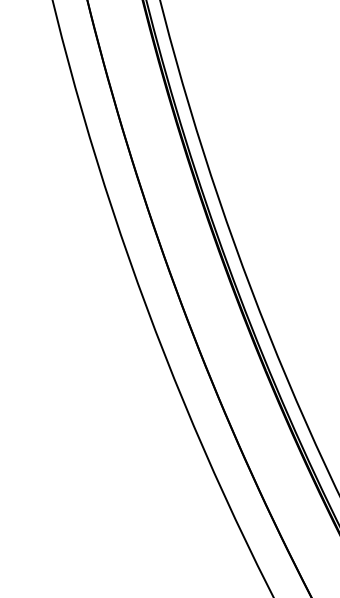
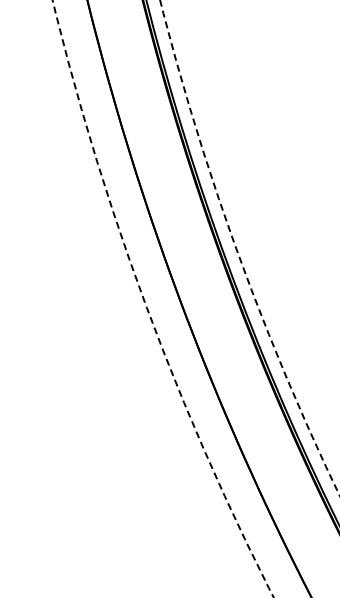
arc at (237, 252): solid -> dashed
arc at (146, 306): solid -> dashed
